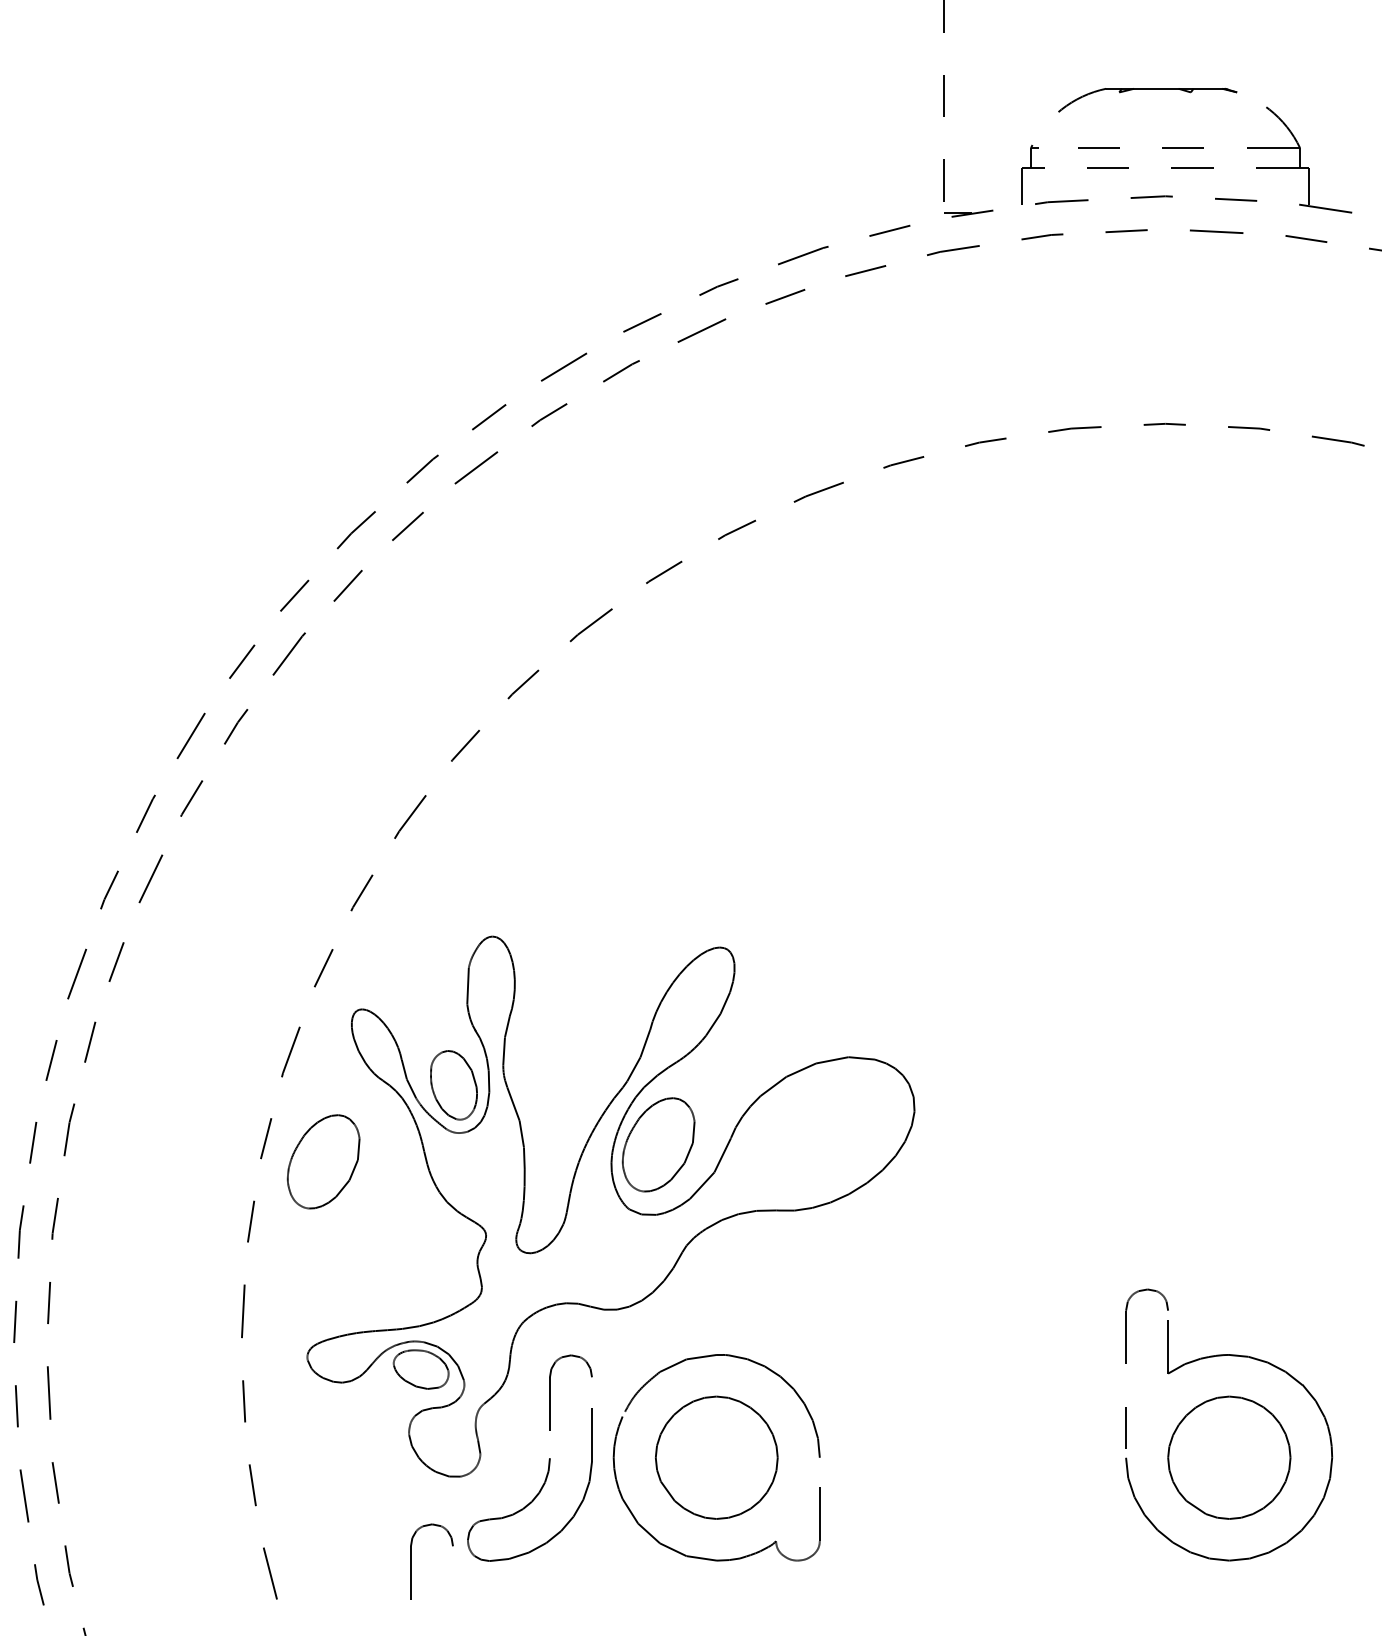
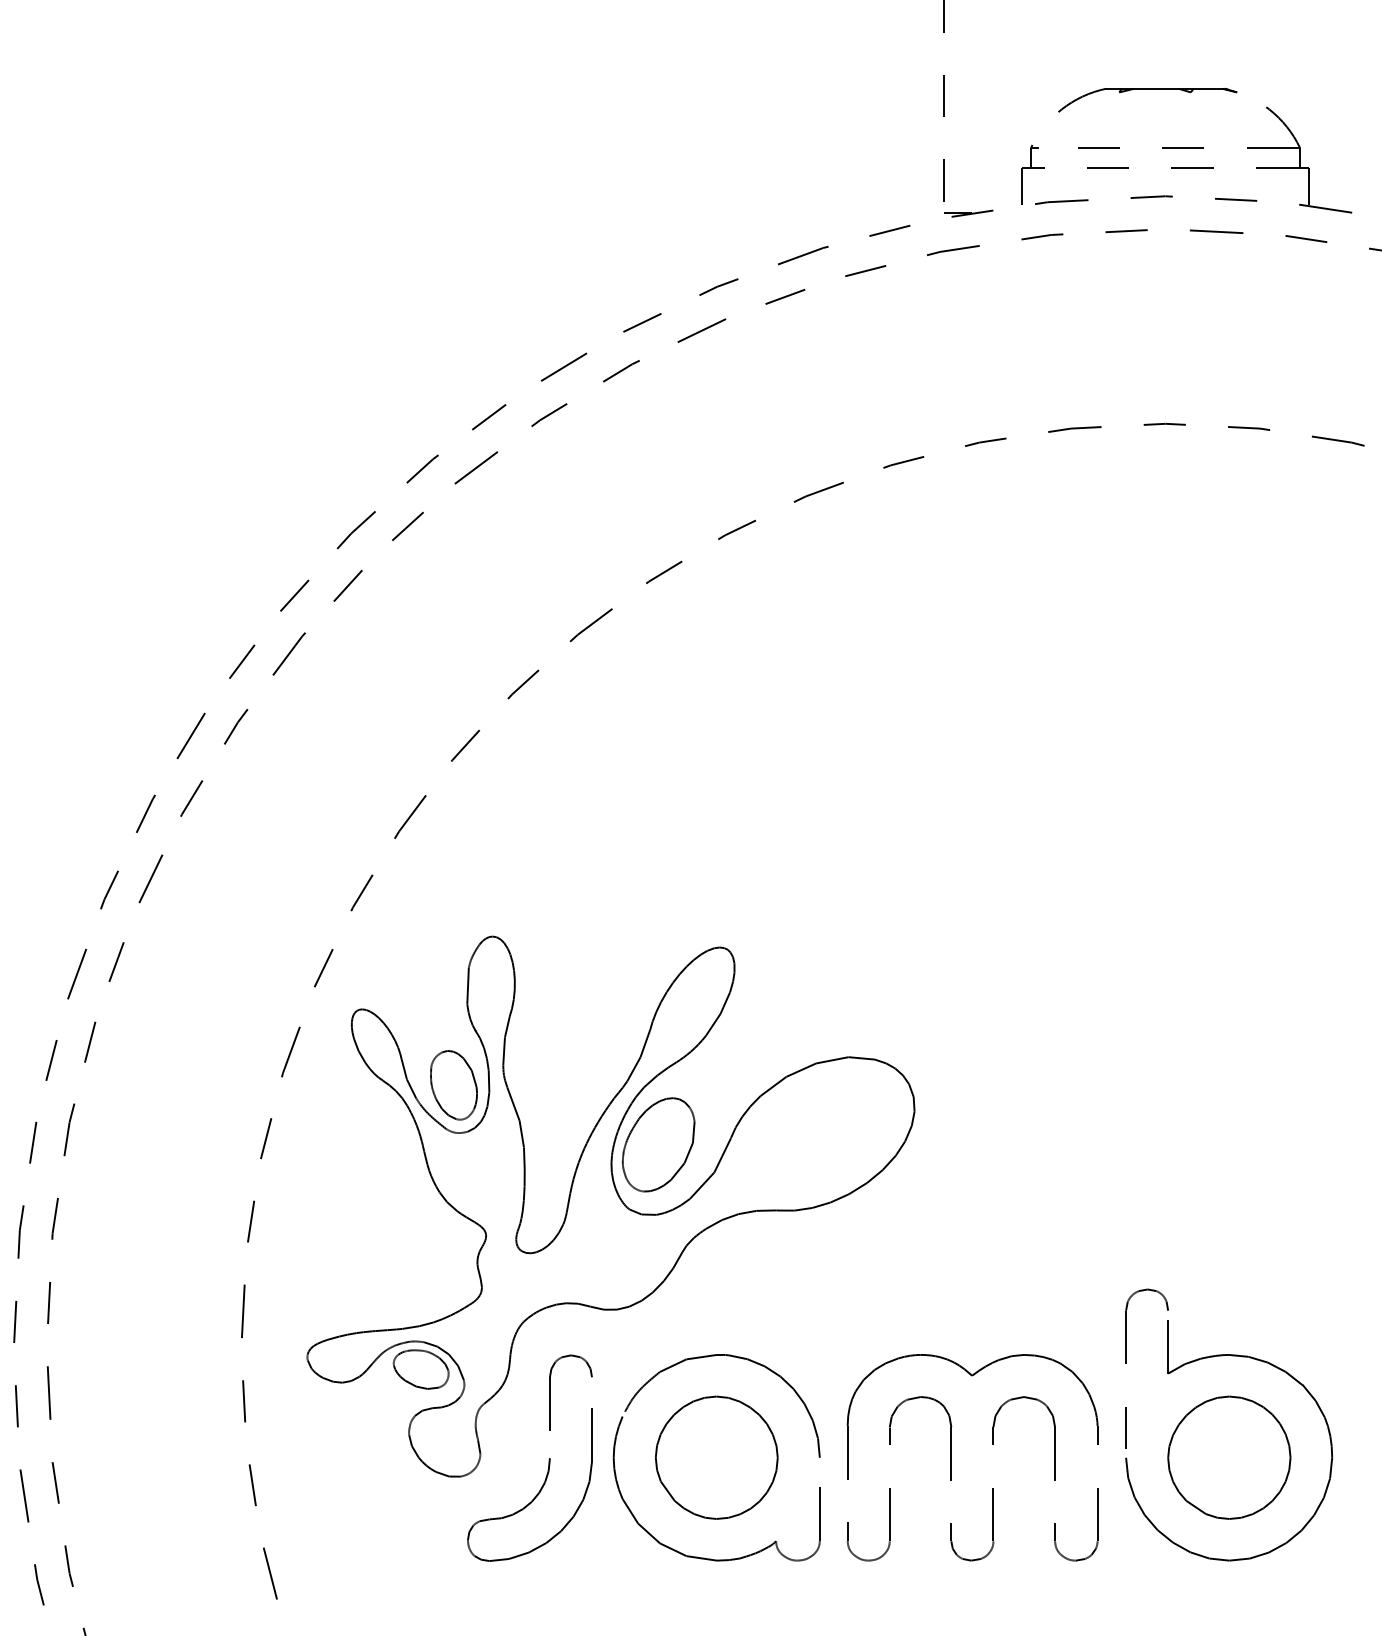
part at (323, 1161): present -> none
part at (951, 1457): none -> present
part at (411, 1561): present -> none
